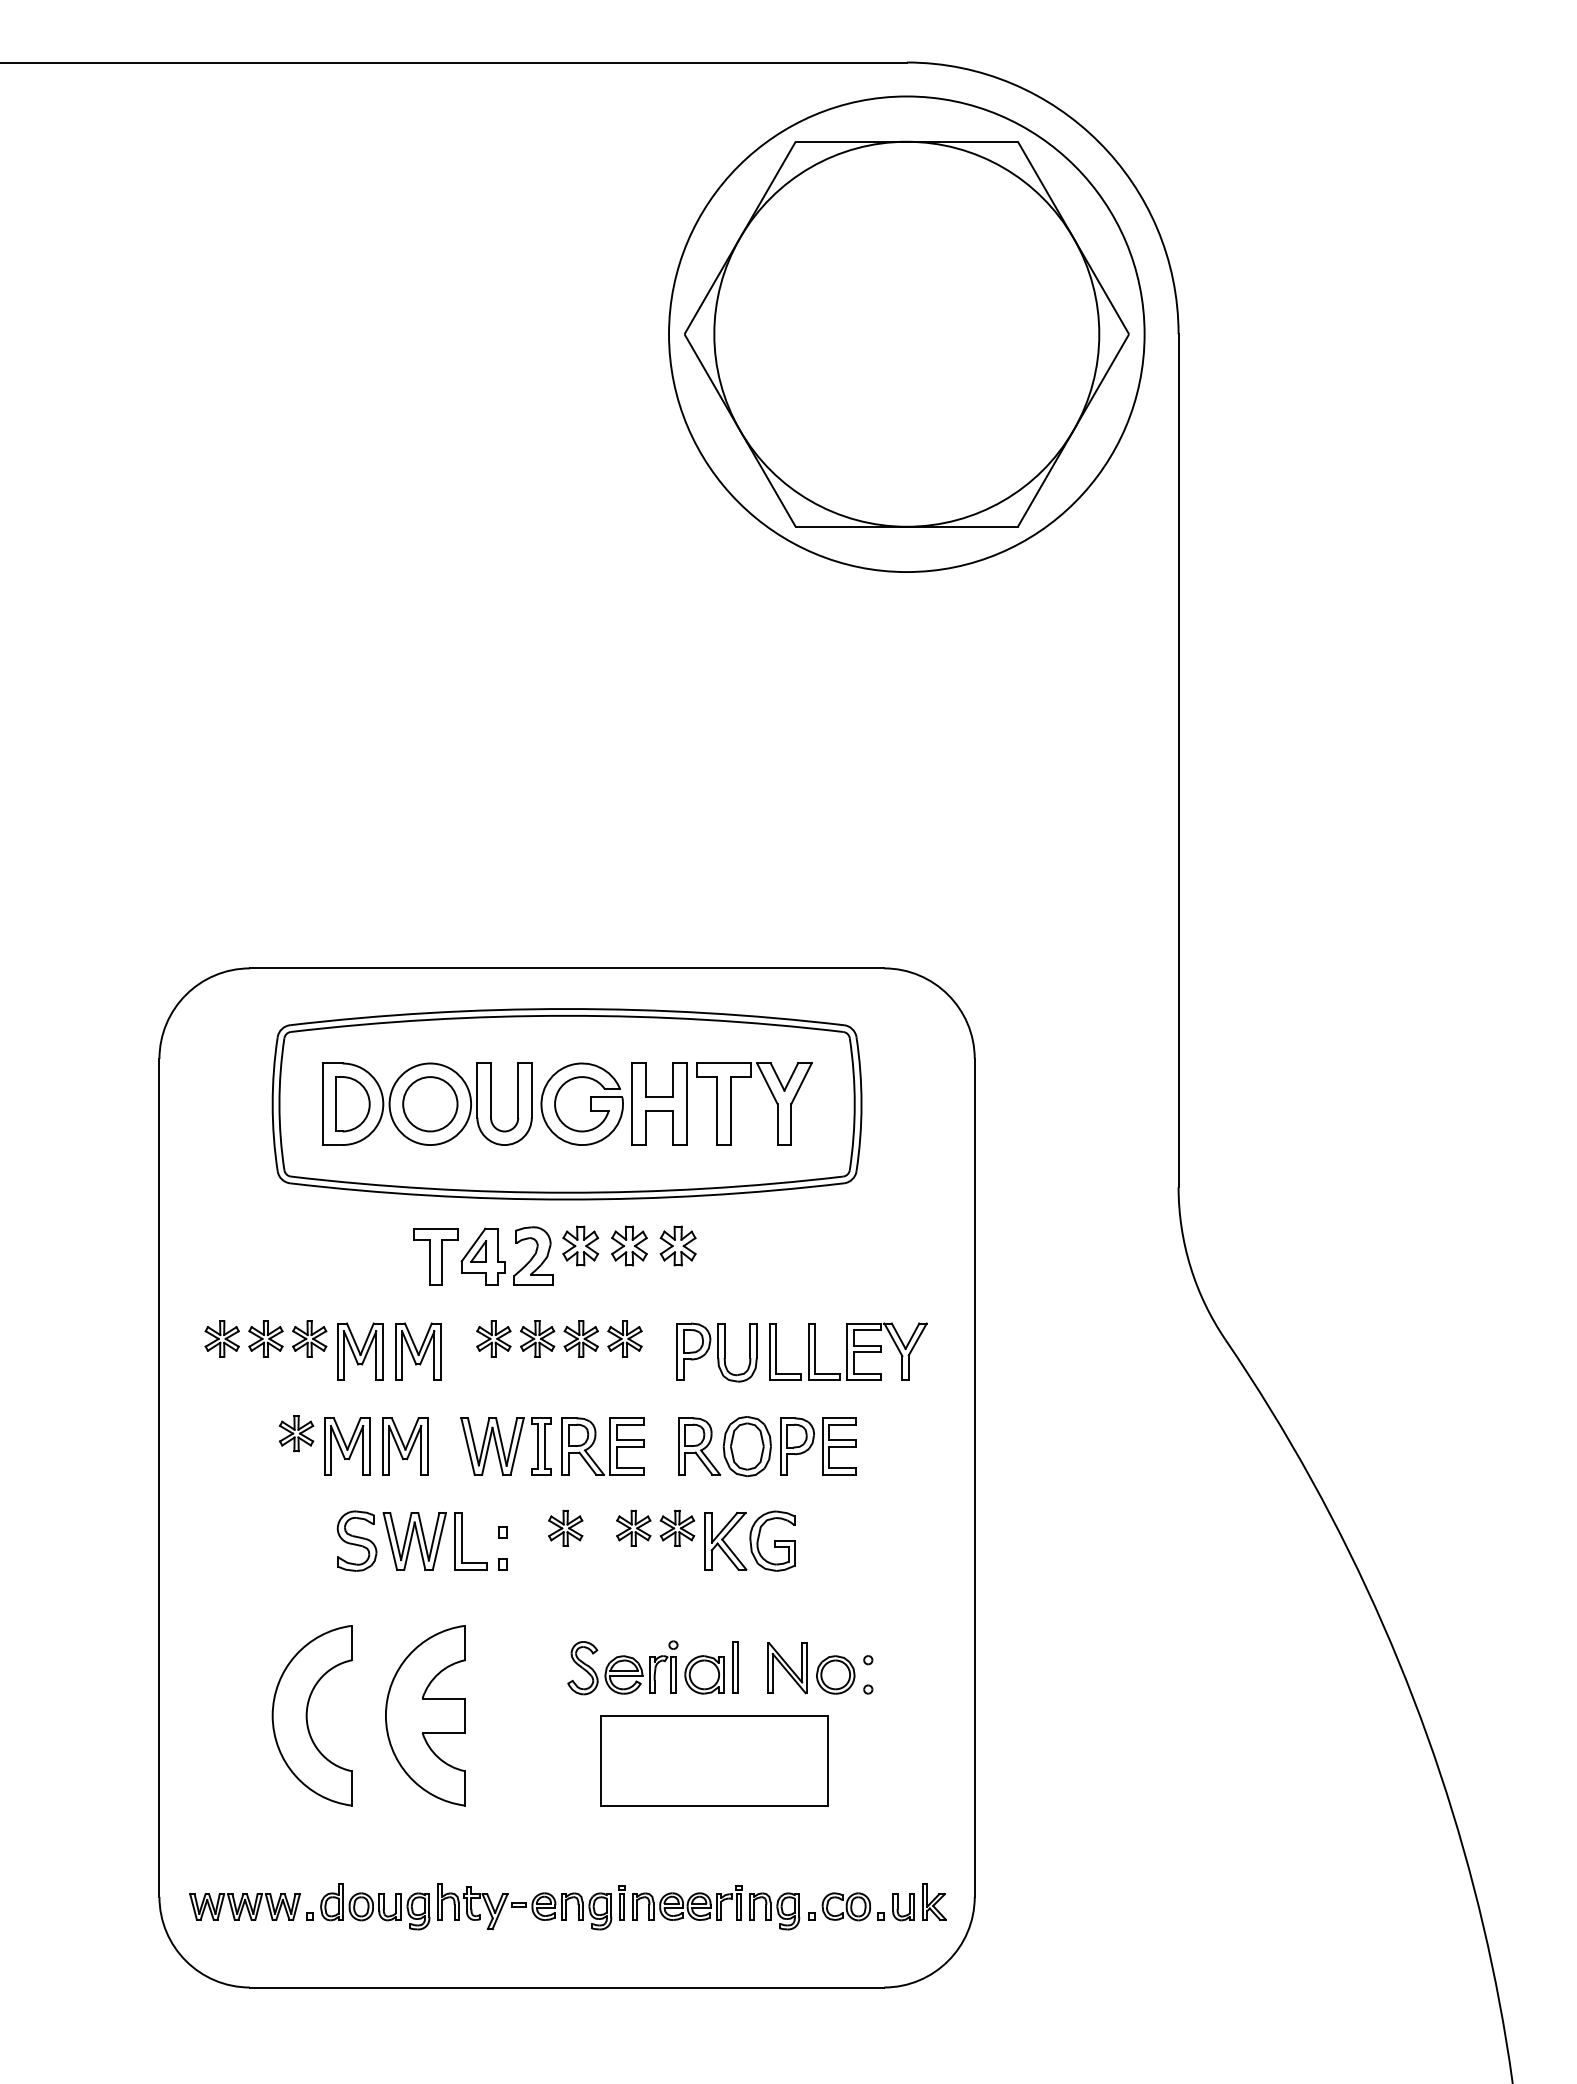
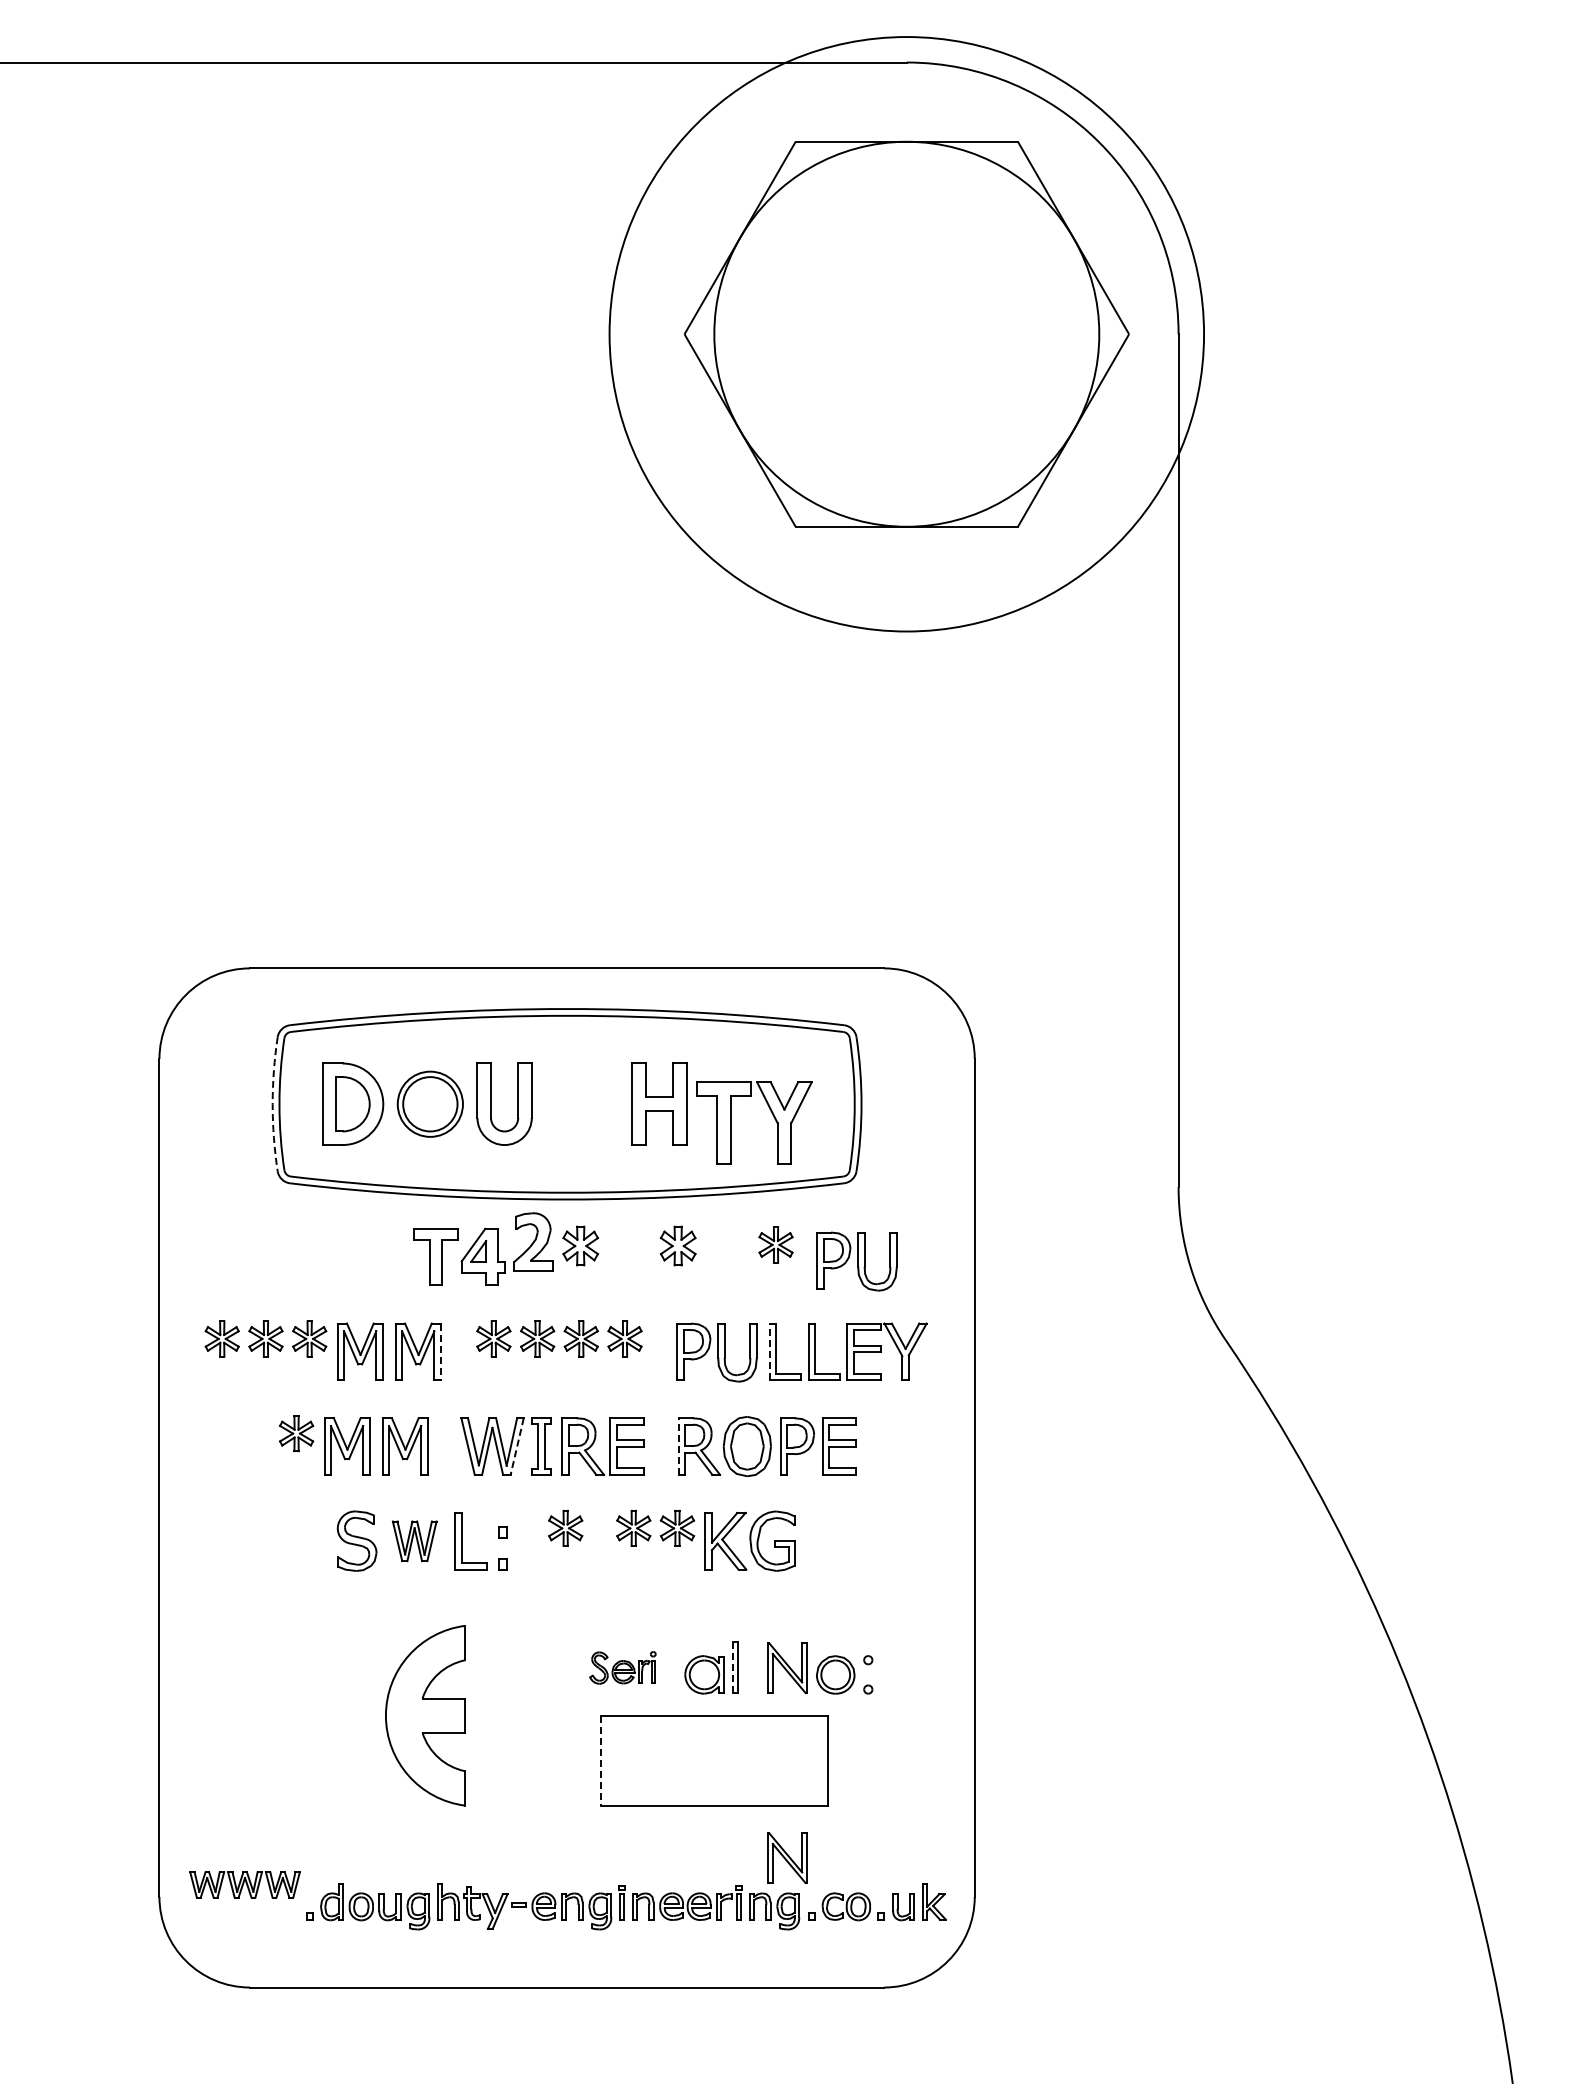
circle at (906, 334) diameter: 476 px -> 594 px
part at (771, 1094) position: (771, 1094) -> (771, 1113)
part at (590, 1103): present -> none
arc at (272, 1104): solid -> dashed
circle at (430, 1104) diameter: 82 px -> 65 px
part at (775, 1244): none -> present
part at (629, 1245): present -> none
part at (533, 1255) position: (533, 1255) -> (533, 1241)
part at (856, 1261): none -> present
line at (769, 1351): solid -> dashed
line at (440, 1352): solid -> dashed
line at (678, 1446): solid -> dashed
line at (517, 1447): solid -> dashed
part at (414, 1541) size: 65x59 px -> 46x43 px
part at (622, 1667) size: 112x56 px -> 68x34 px
line at (733, 1667): solid -> dashed
part at (311, 1715): present -> none
line at (601, 1760): solid -> dashed
part at (787, 1858): none -> present
part at (244, 1906) position: (244, 1906) -> (244, 1884)
